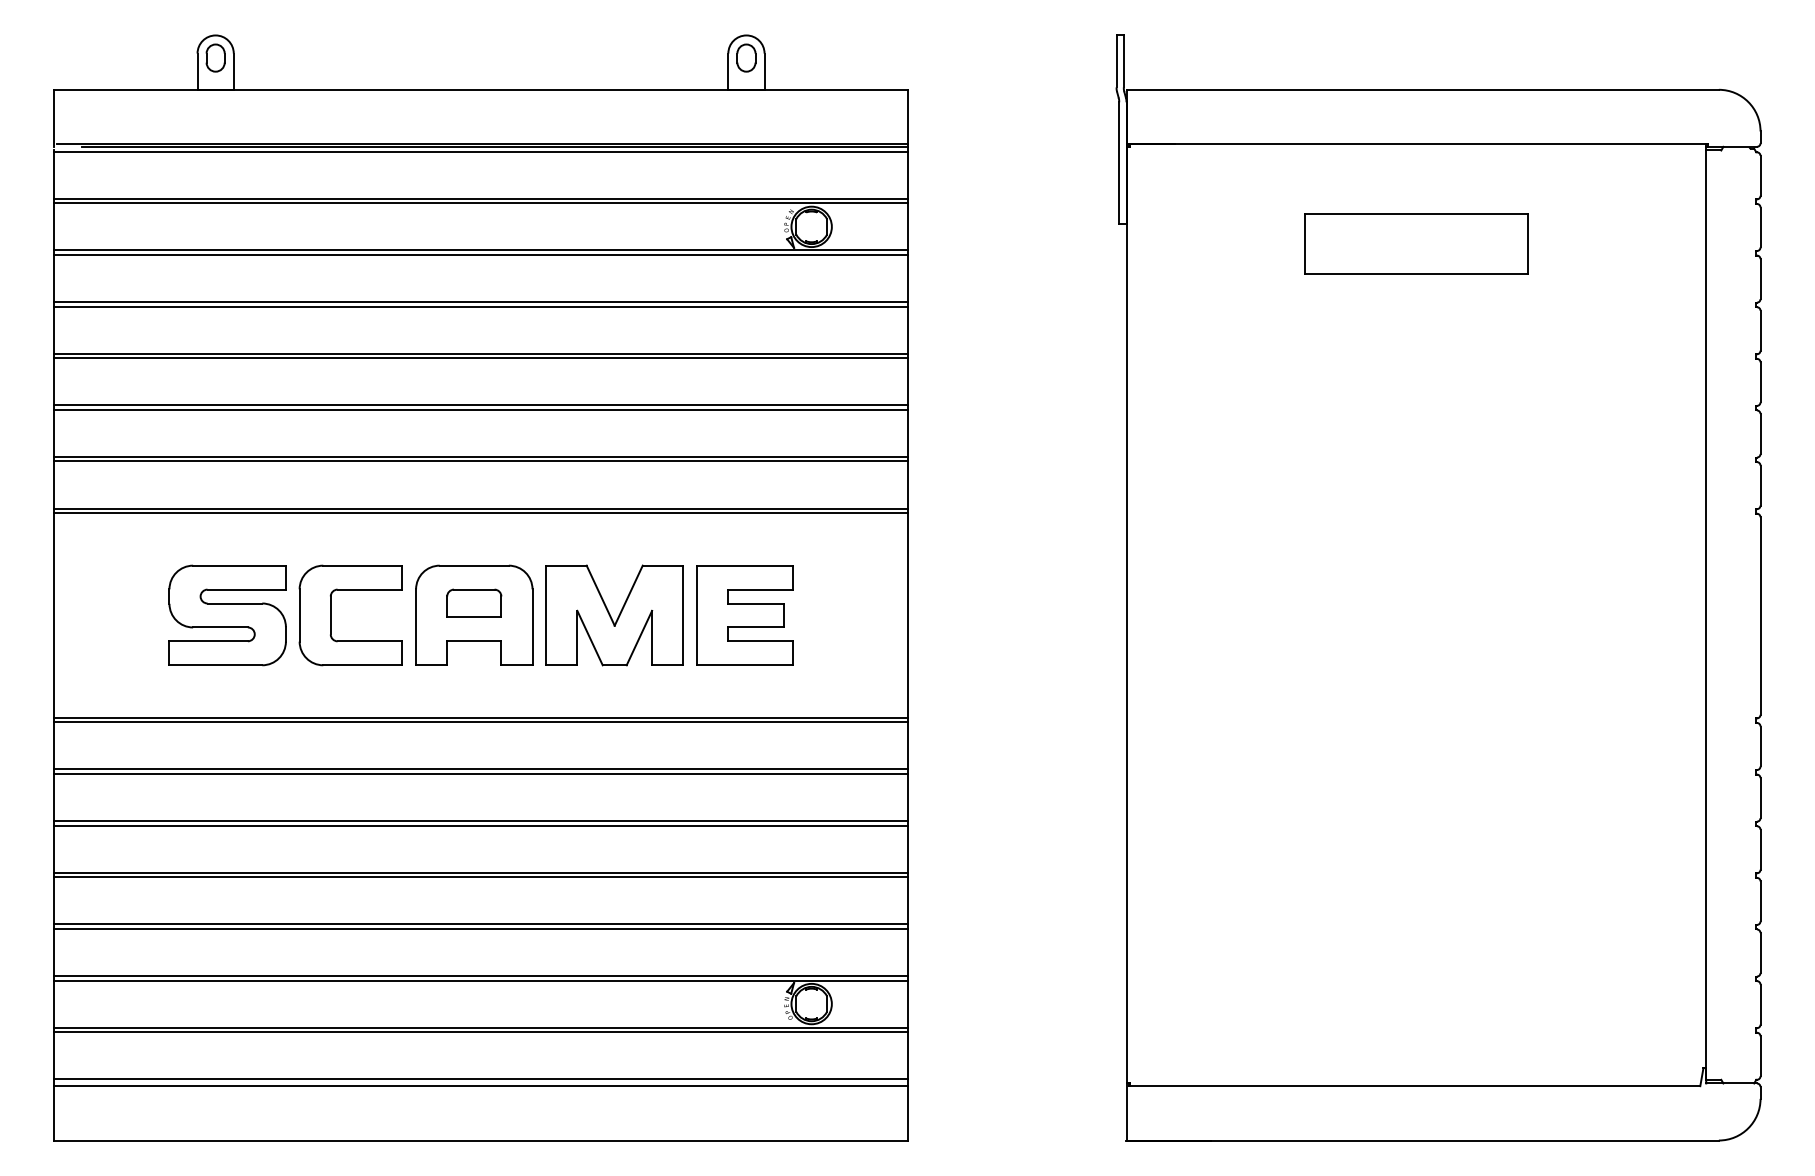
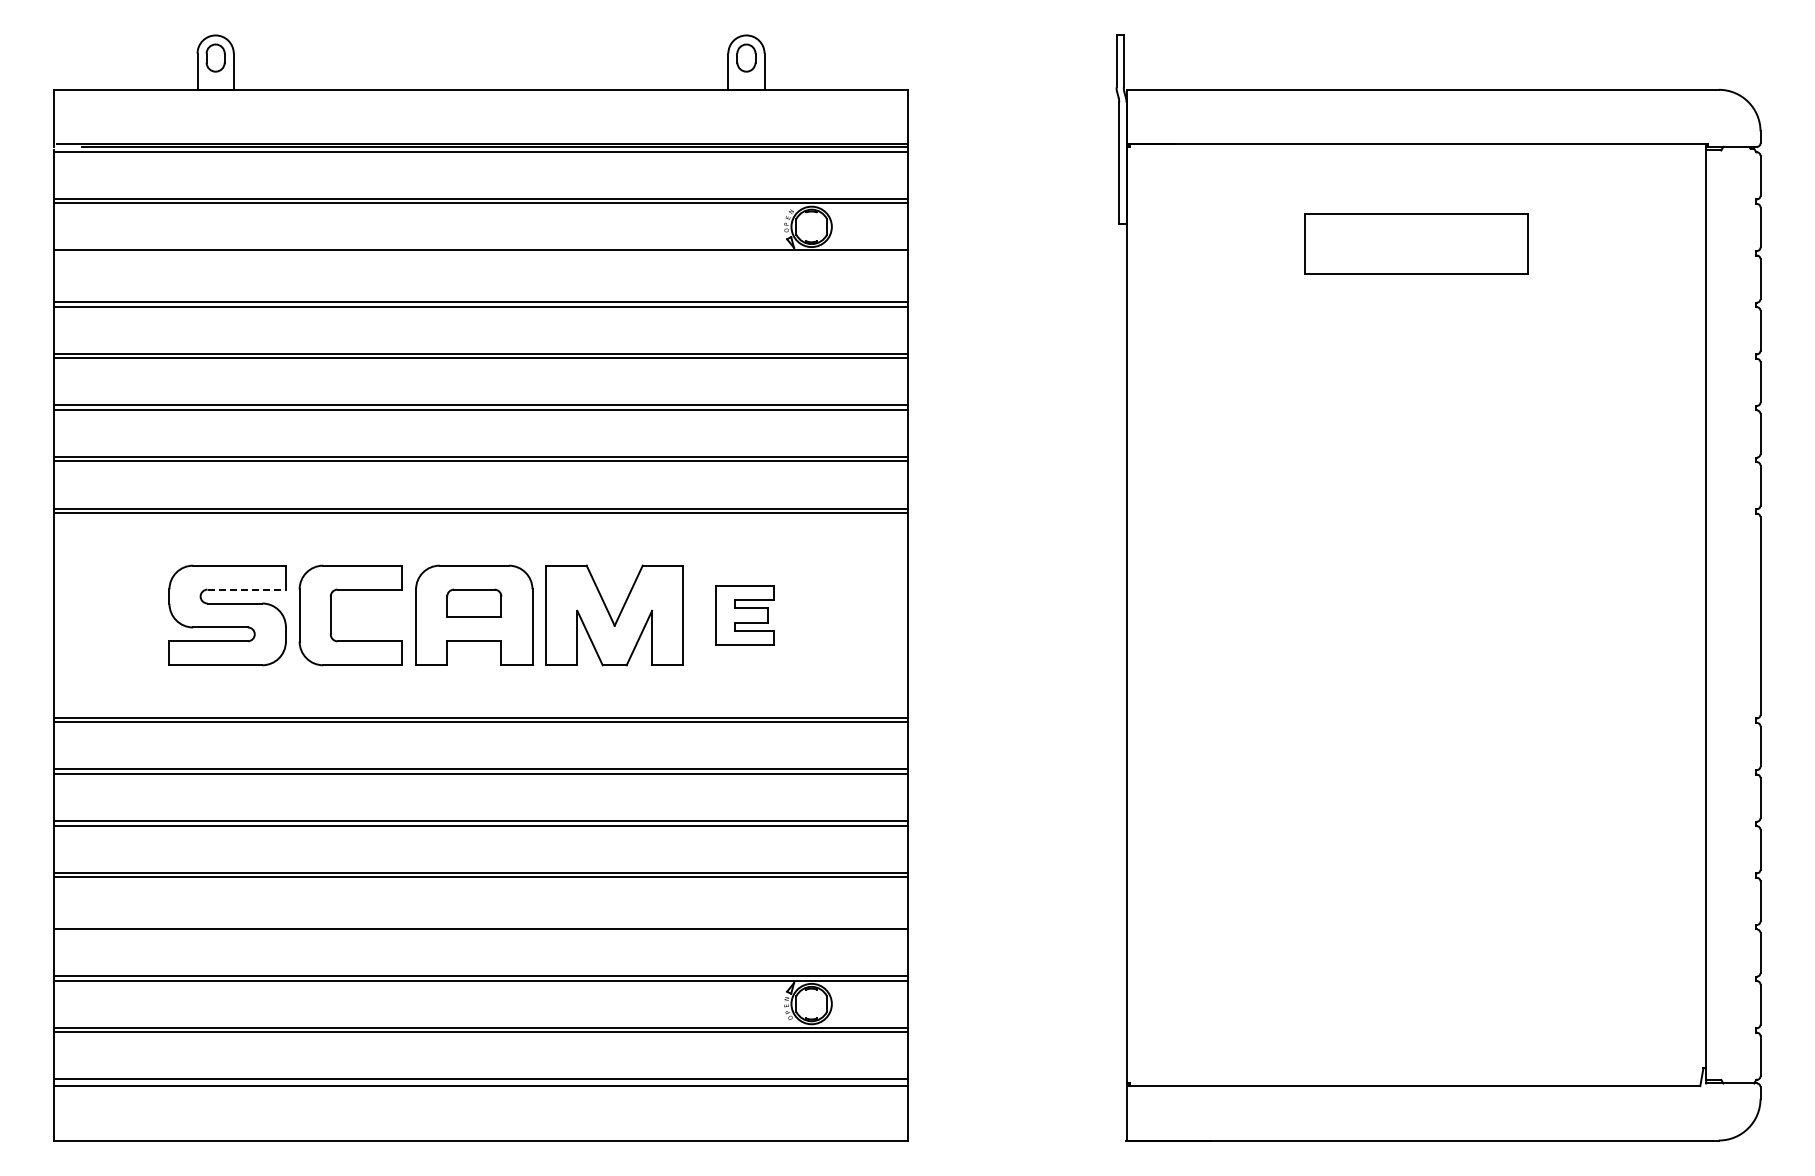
line at (480, 254): present -> none
line at (247, 589): solid -> dashed
part at (744, 615) size: 98x101 px -> 60x61 px
line at (480, 924): present -> none
